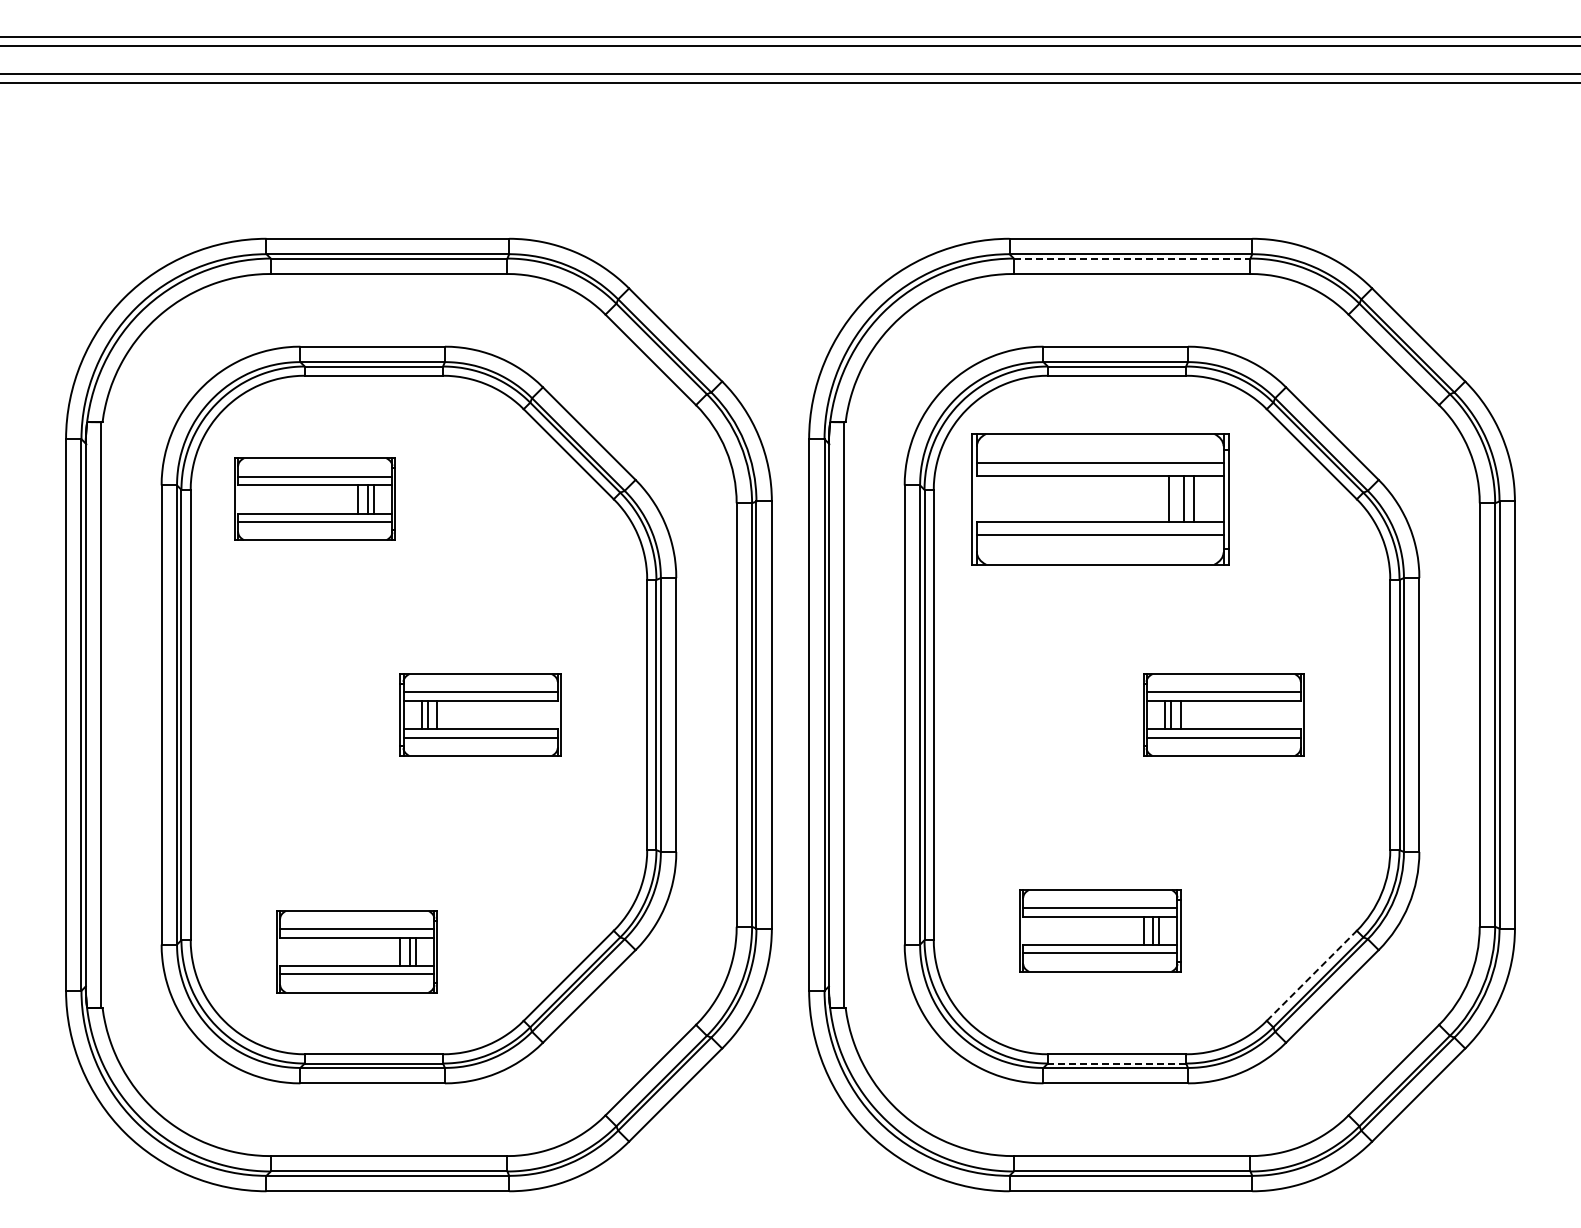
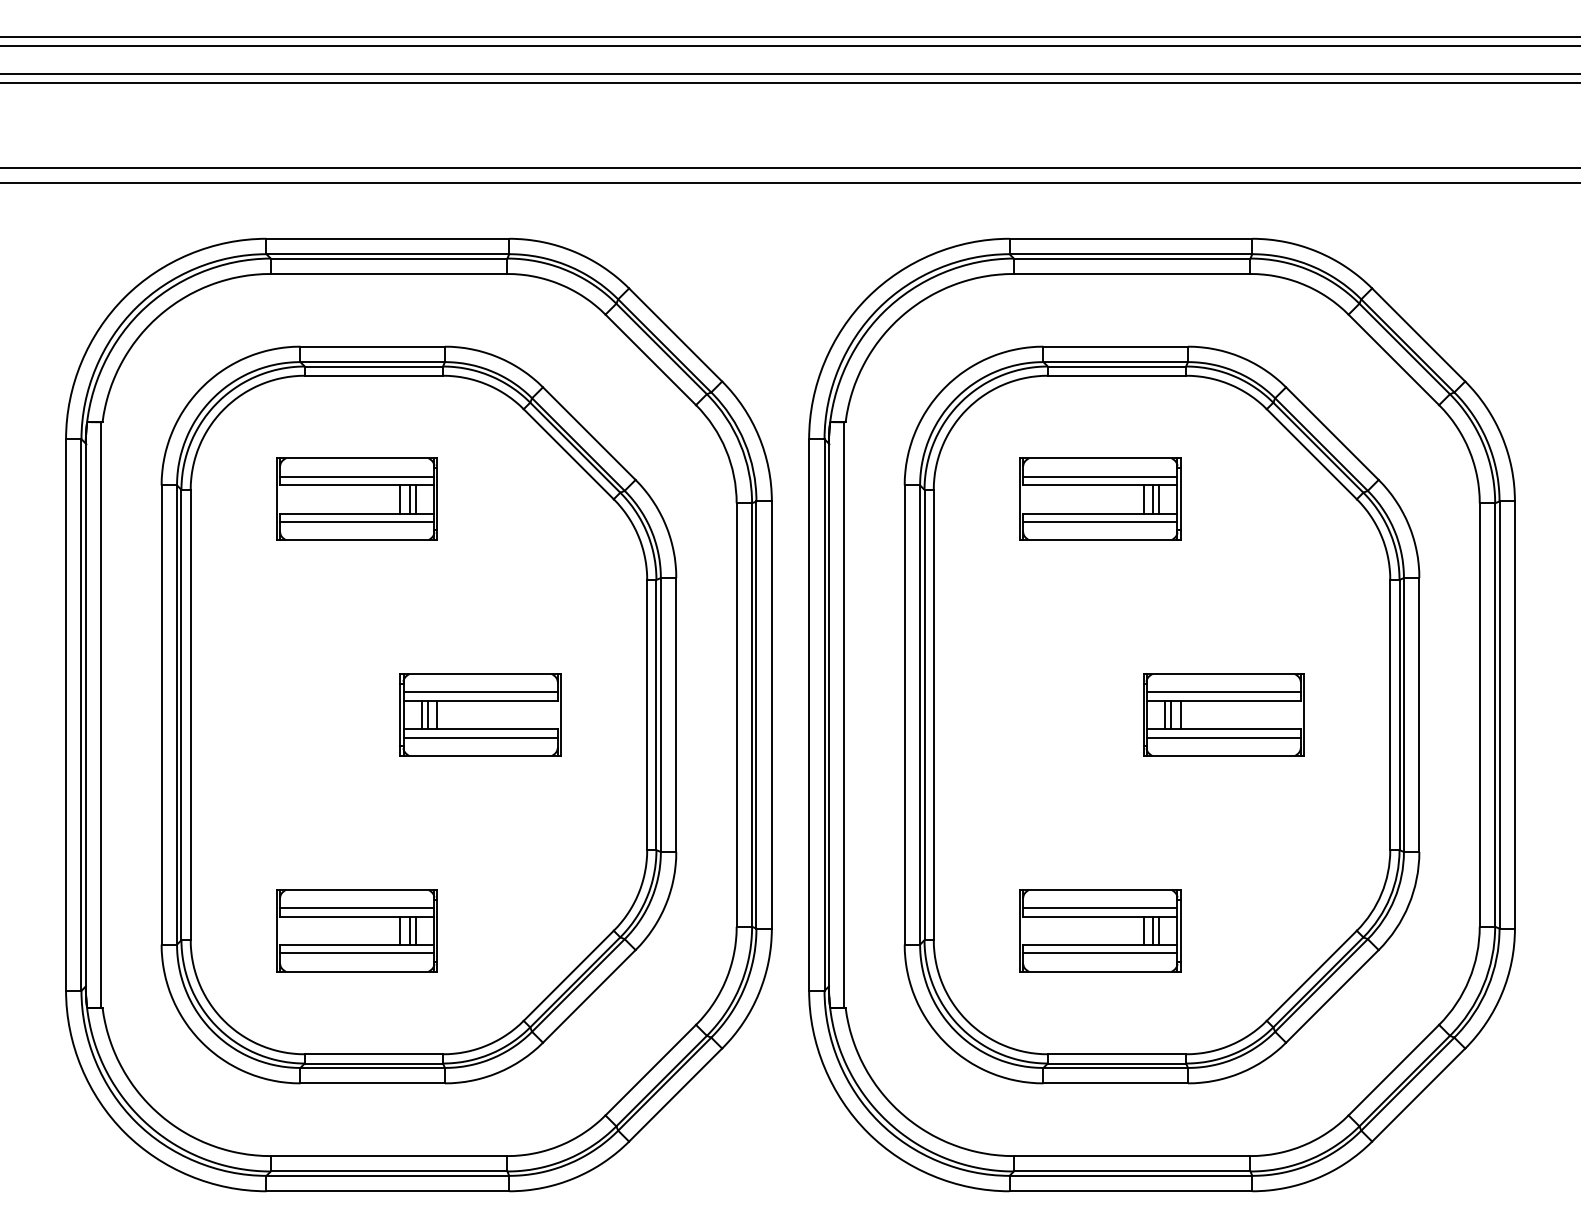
line at (789, 167): none -> present
line at (789, 183): none -> present
line at (1132, 258): dashed -> solid
part at (314, 498) position: (314, 498) -> (356, 498)
part at (1100, 499) size: 259x133 px -> 163x84 px
part at (356, 951) position: (356, 951) -> (356, 930)
line at (1311, 975): dashed -> solid
line at (1116, 1063): dashed -> solid
